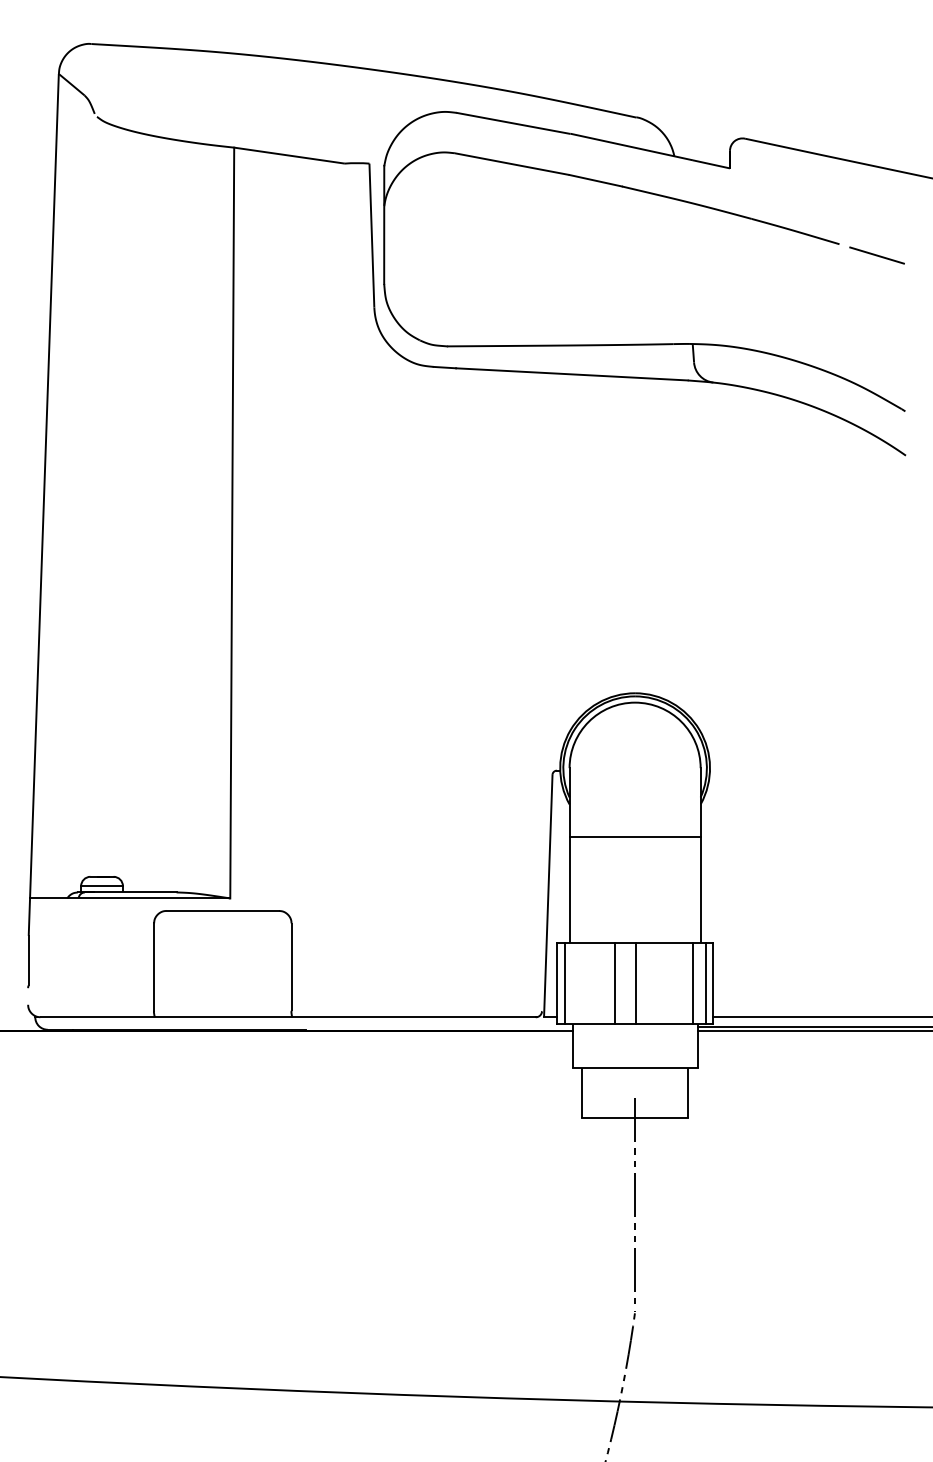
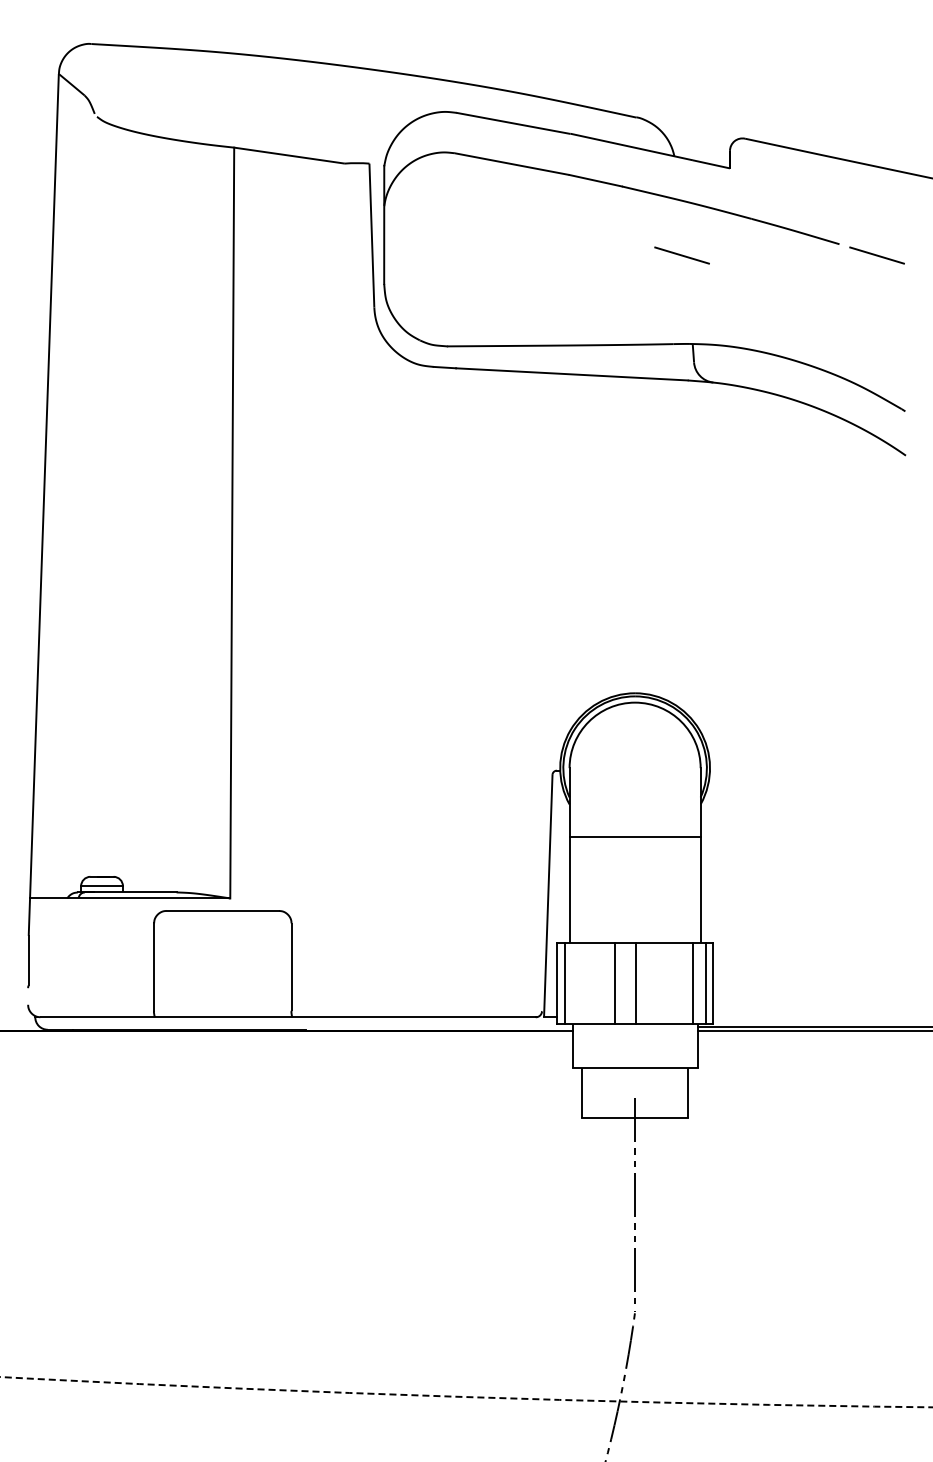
line at (681, 255): none -> present
line at (821, 1017): present -> none
arc at (466, 1396): solid -> dashed
